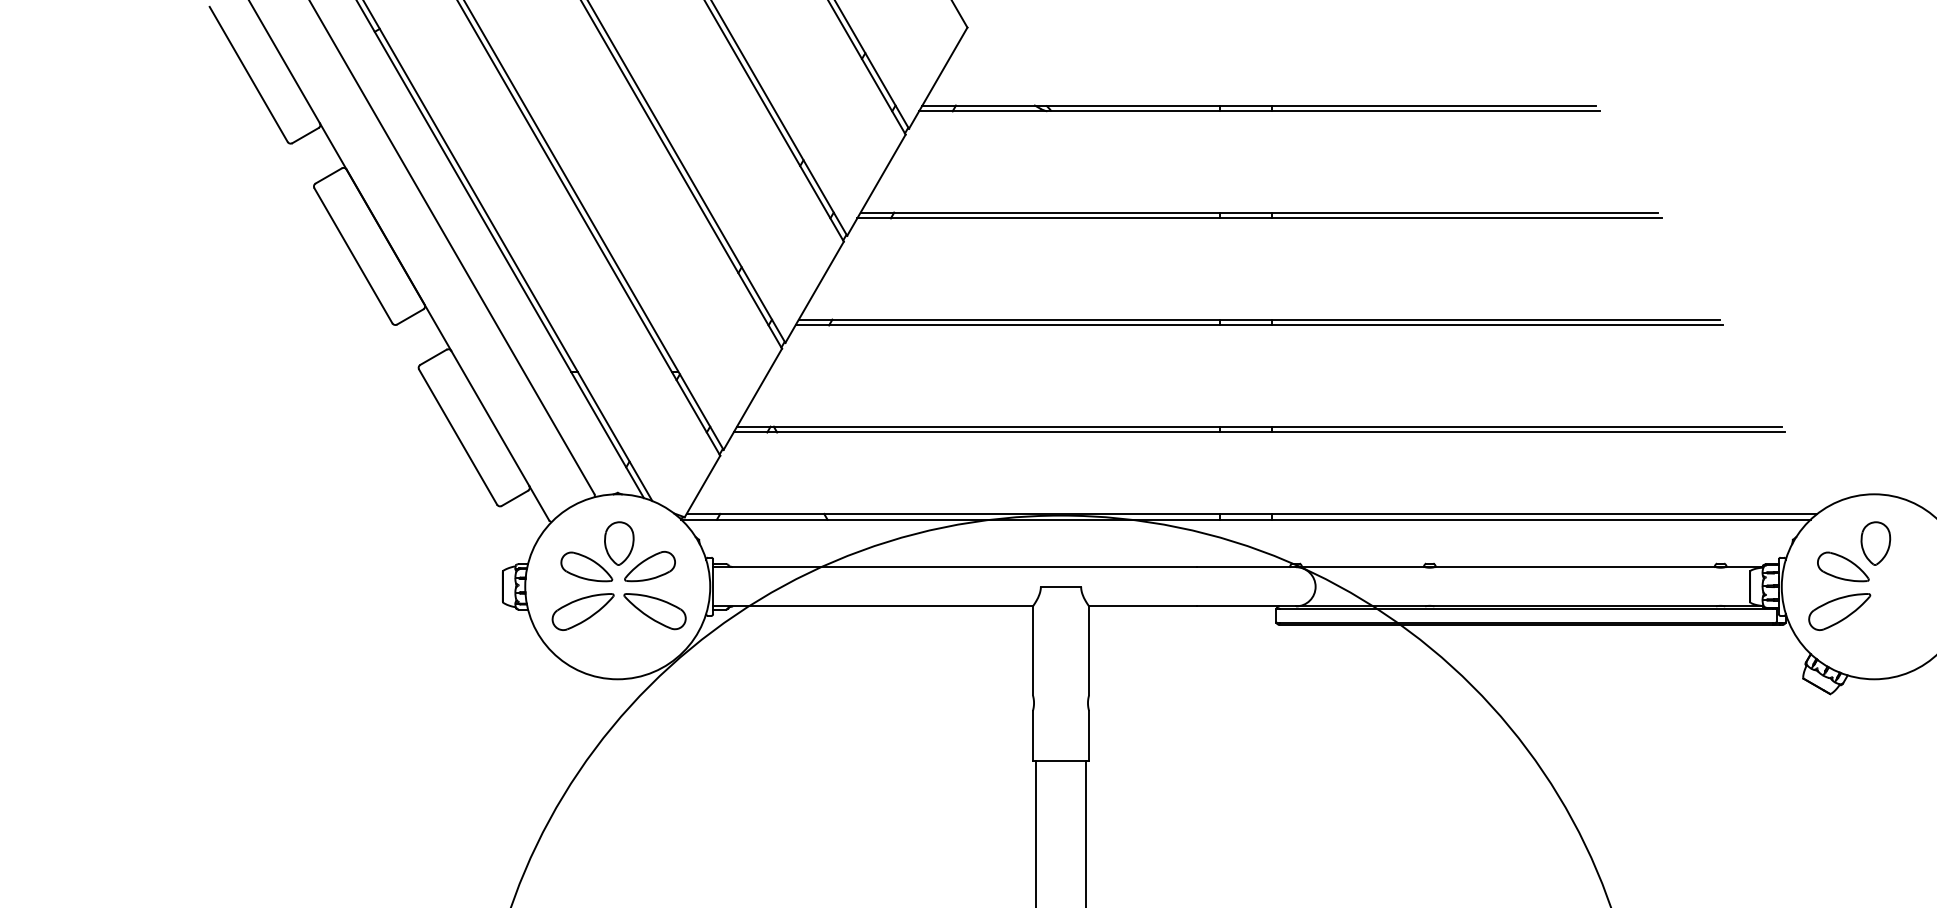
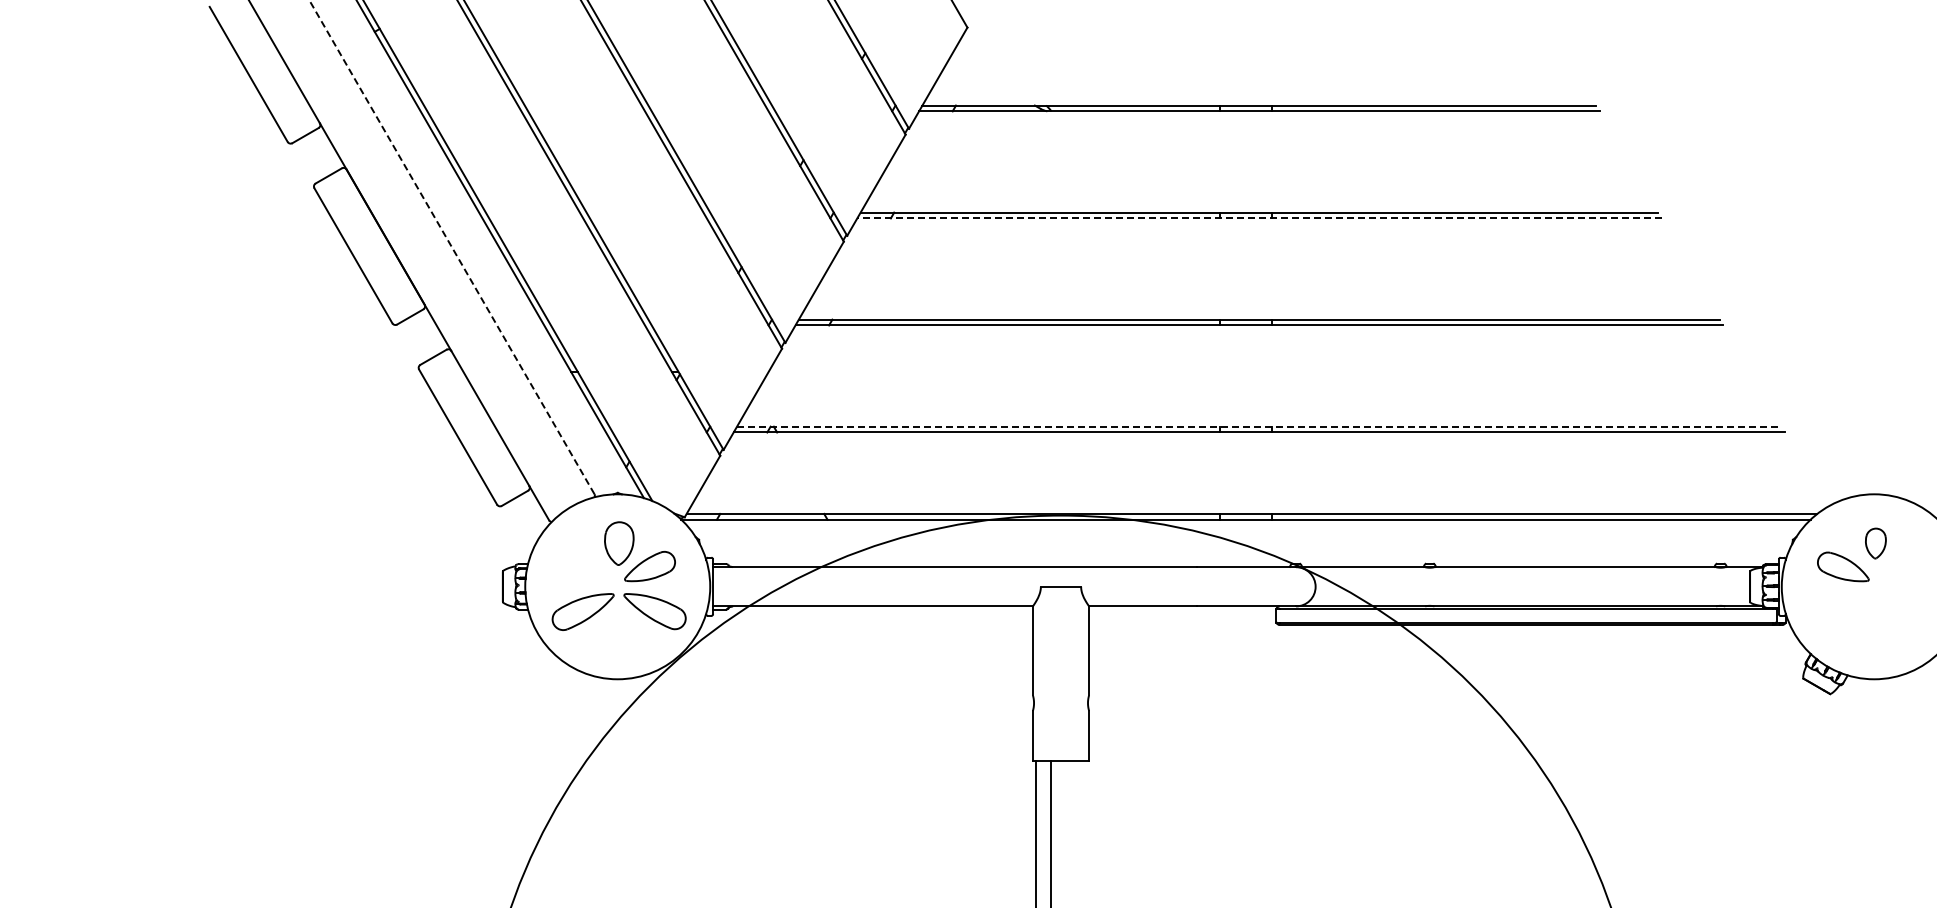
line at (1258, 218): solid -> dashed
line at (452, 247): solid -> dashed
line at (1259, 426): solid -> dashed
part at (1875, 543) size: 32x45 px -> 22x33 px
part at (586, 566): present -> none
part at (1839, 611): present -> none
line at (1085, 832) position: (1085, 832) -> (1050, 832)
